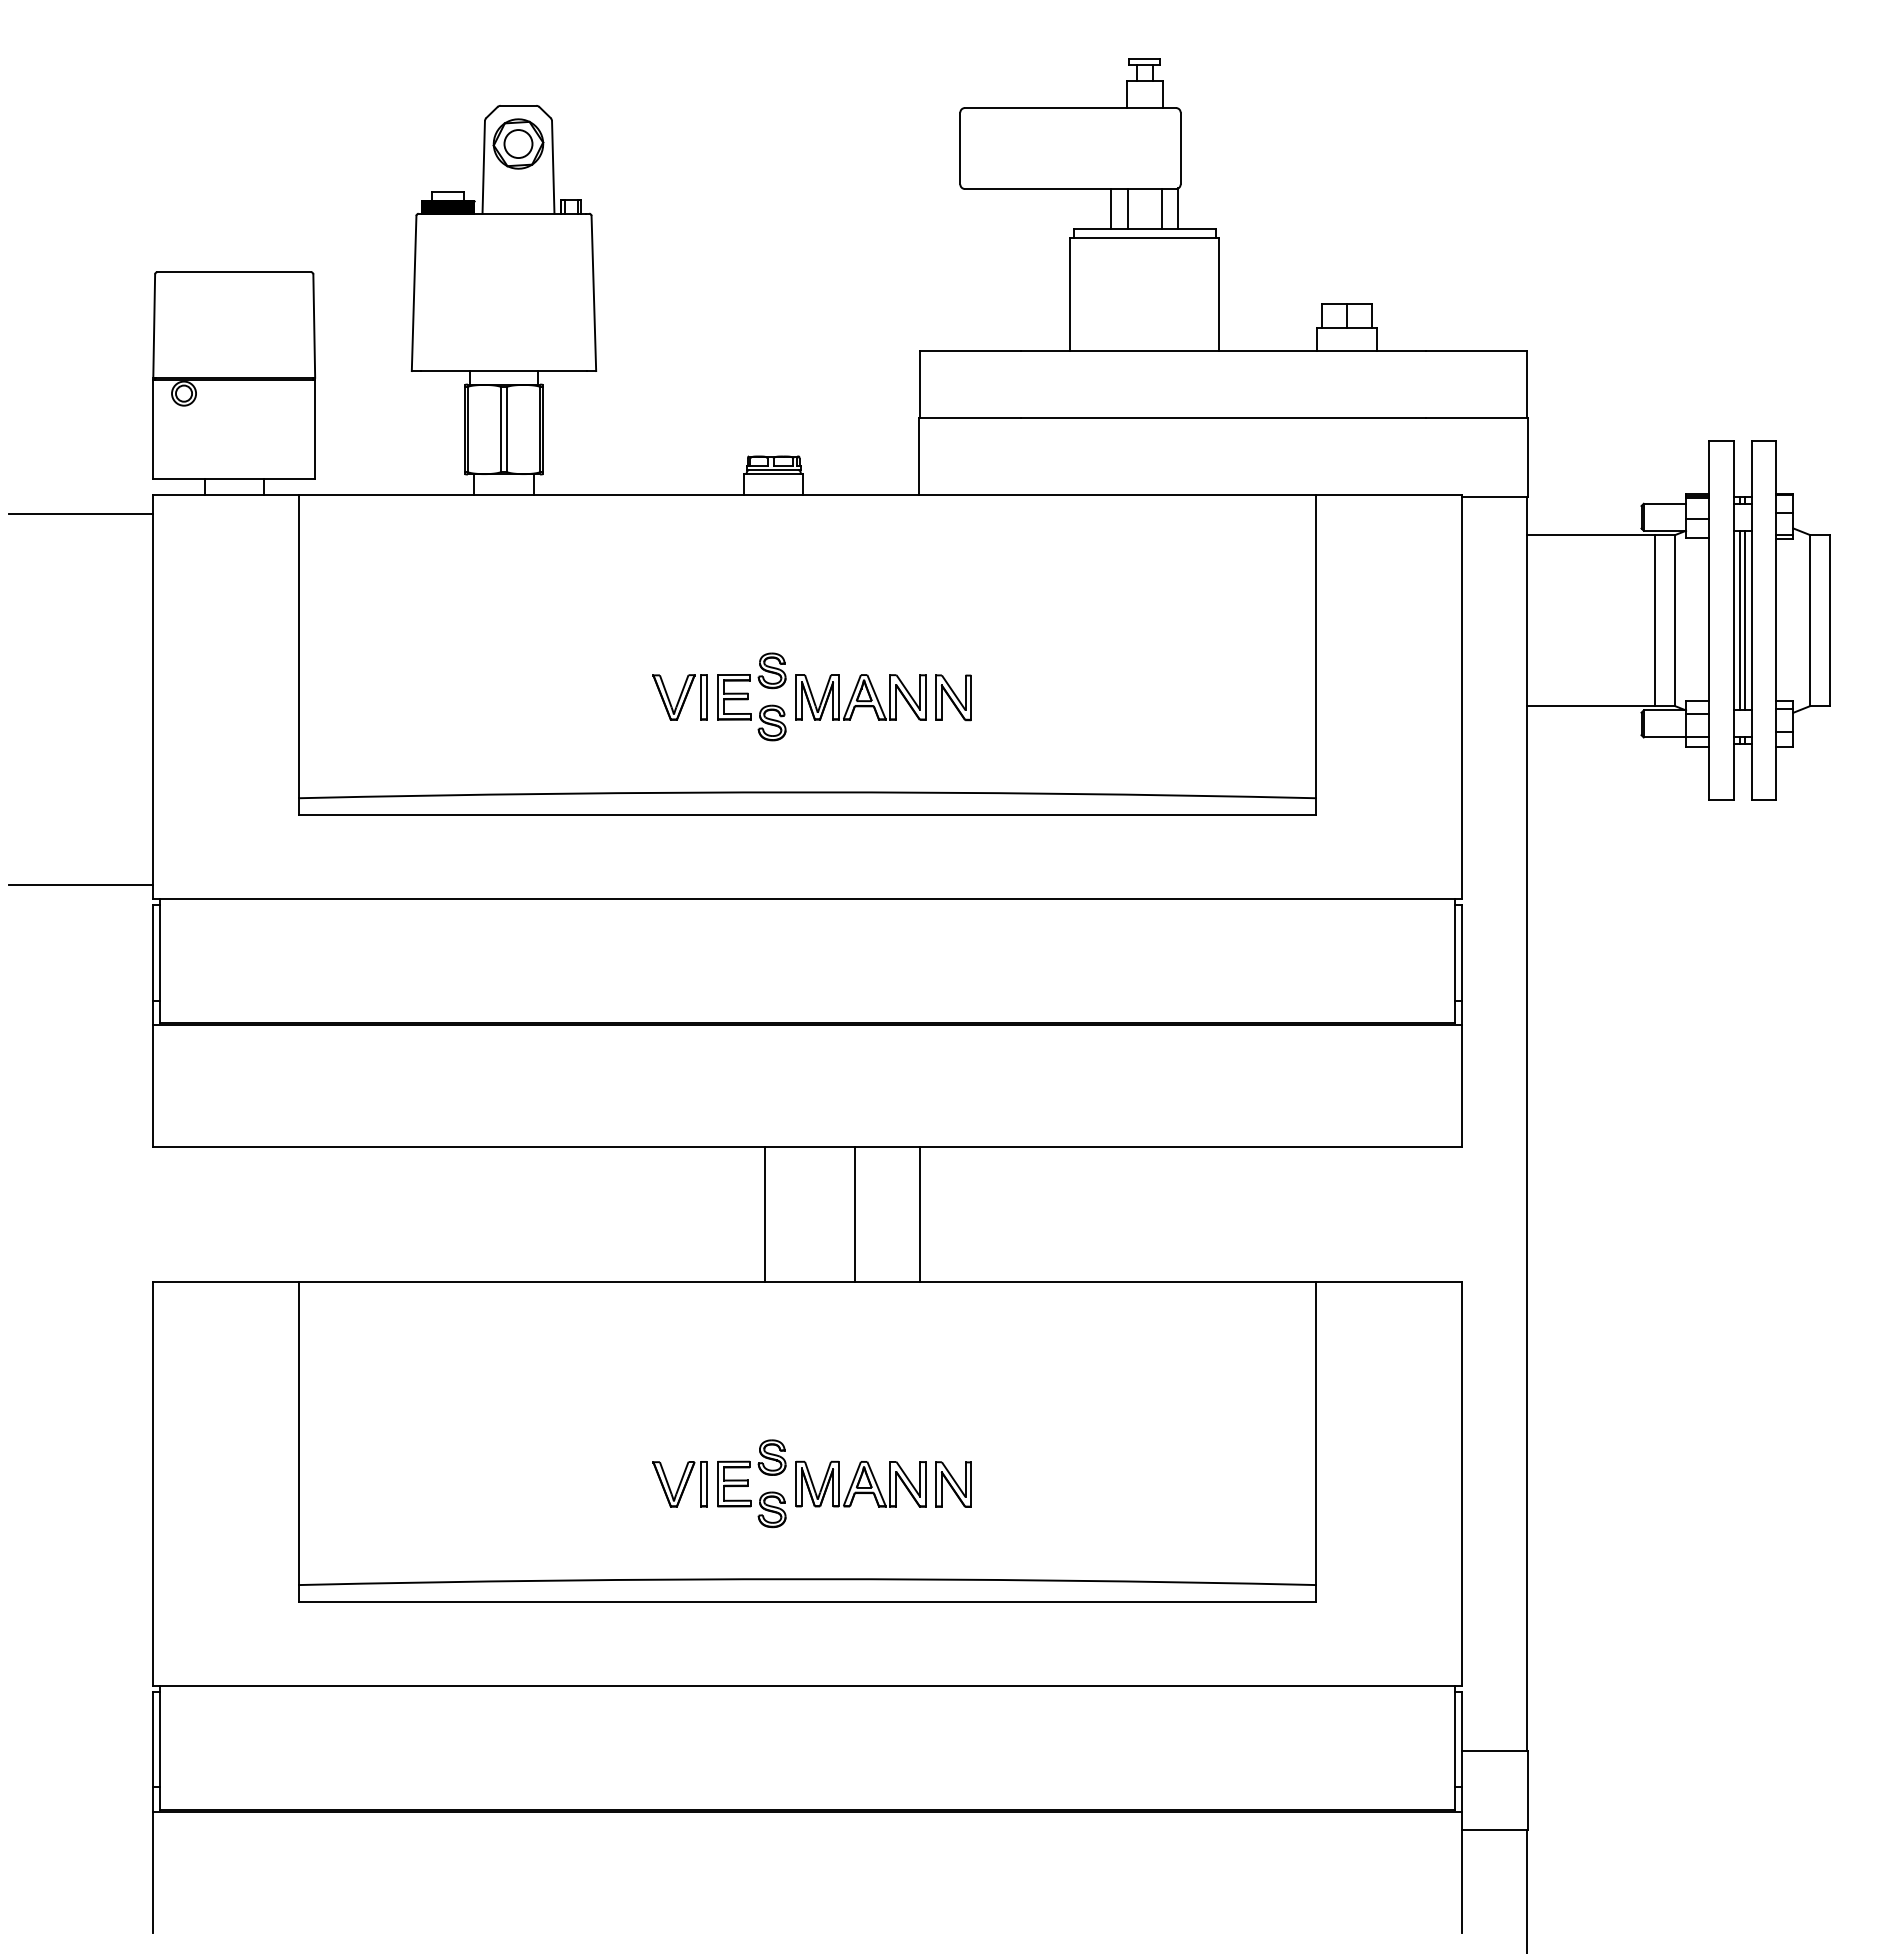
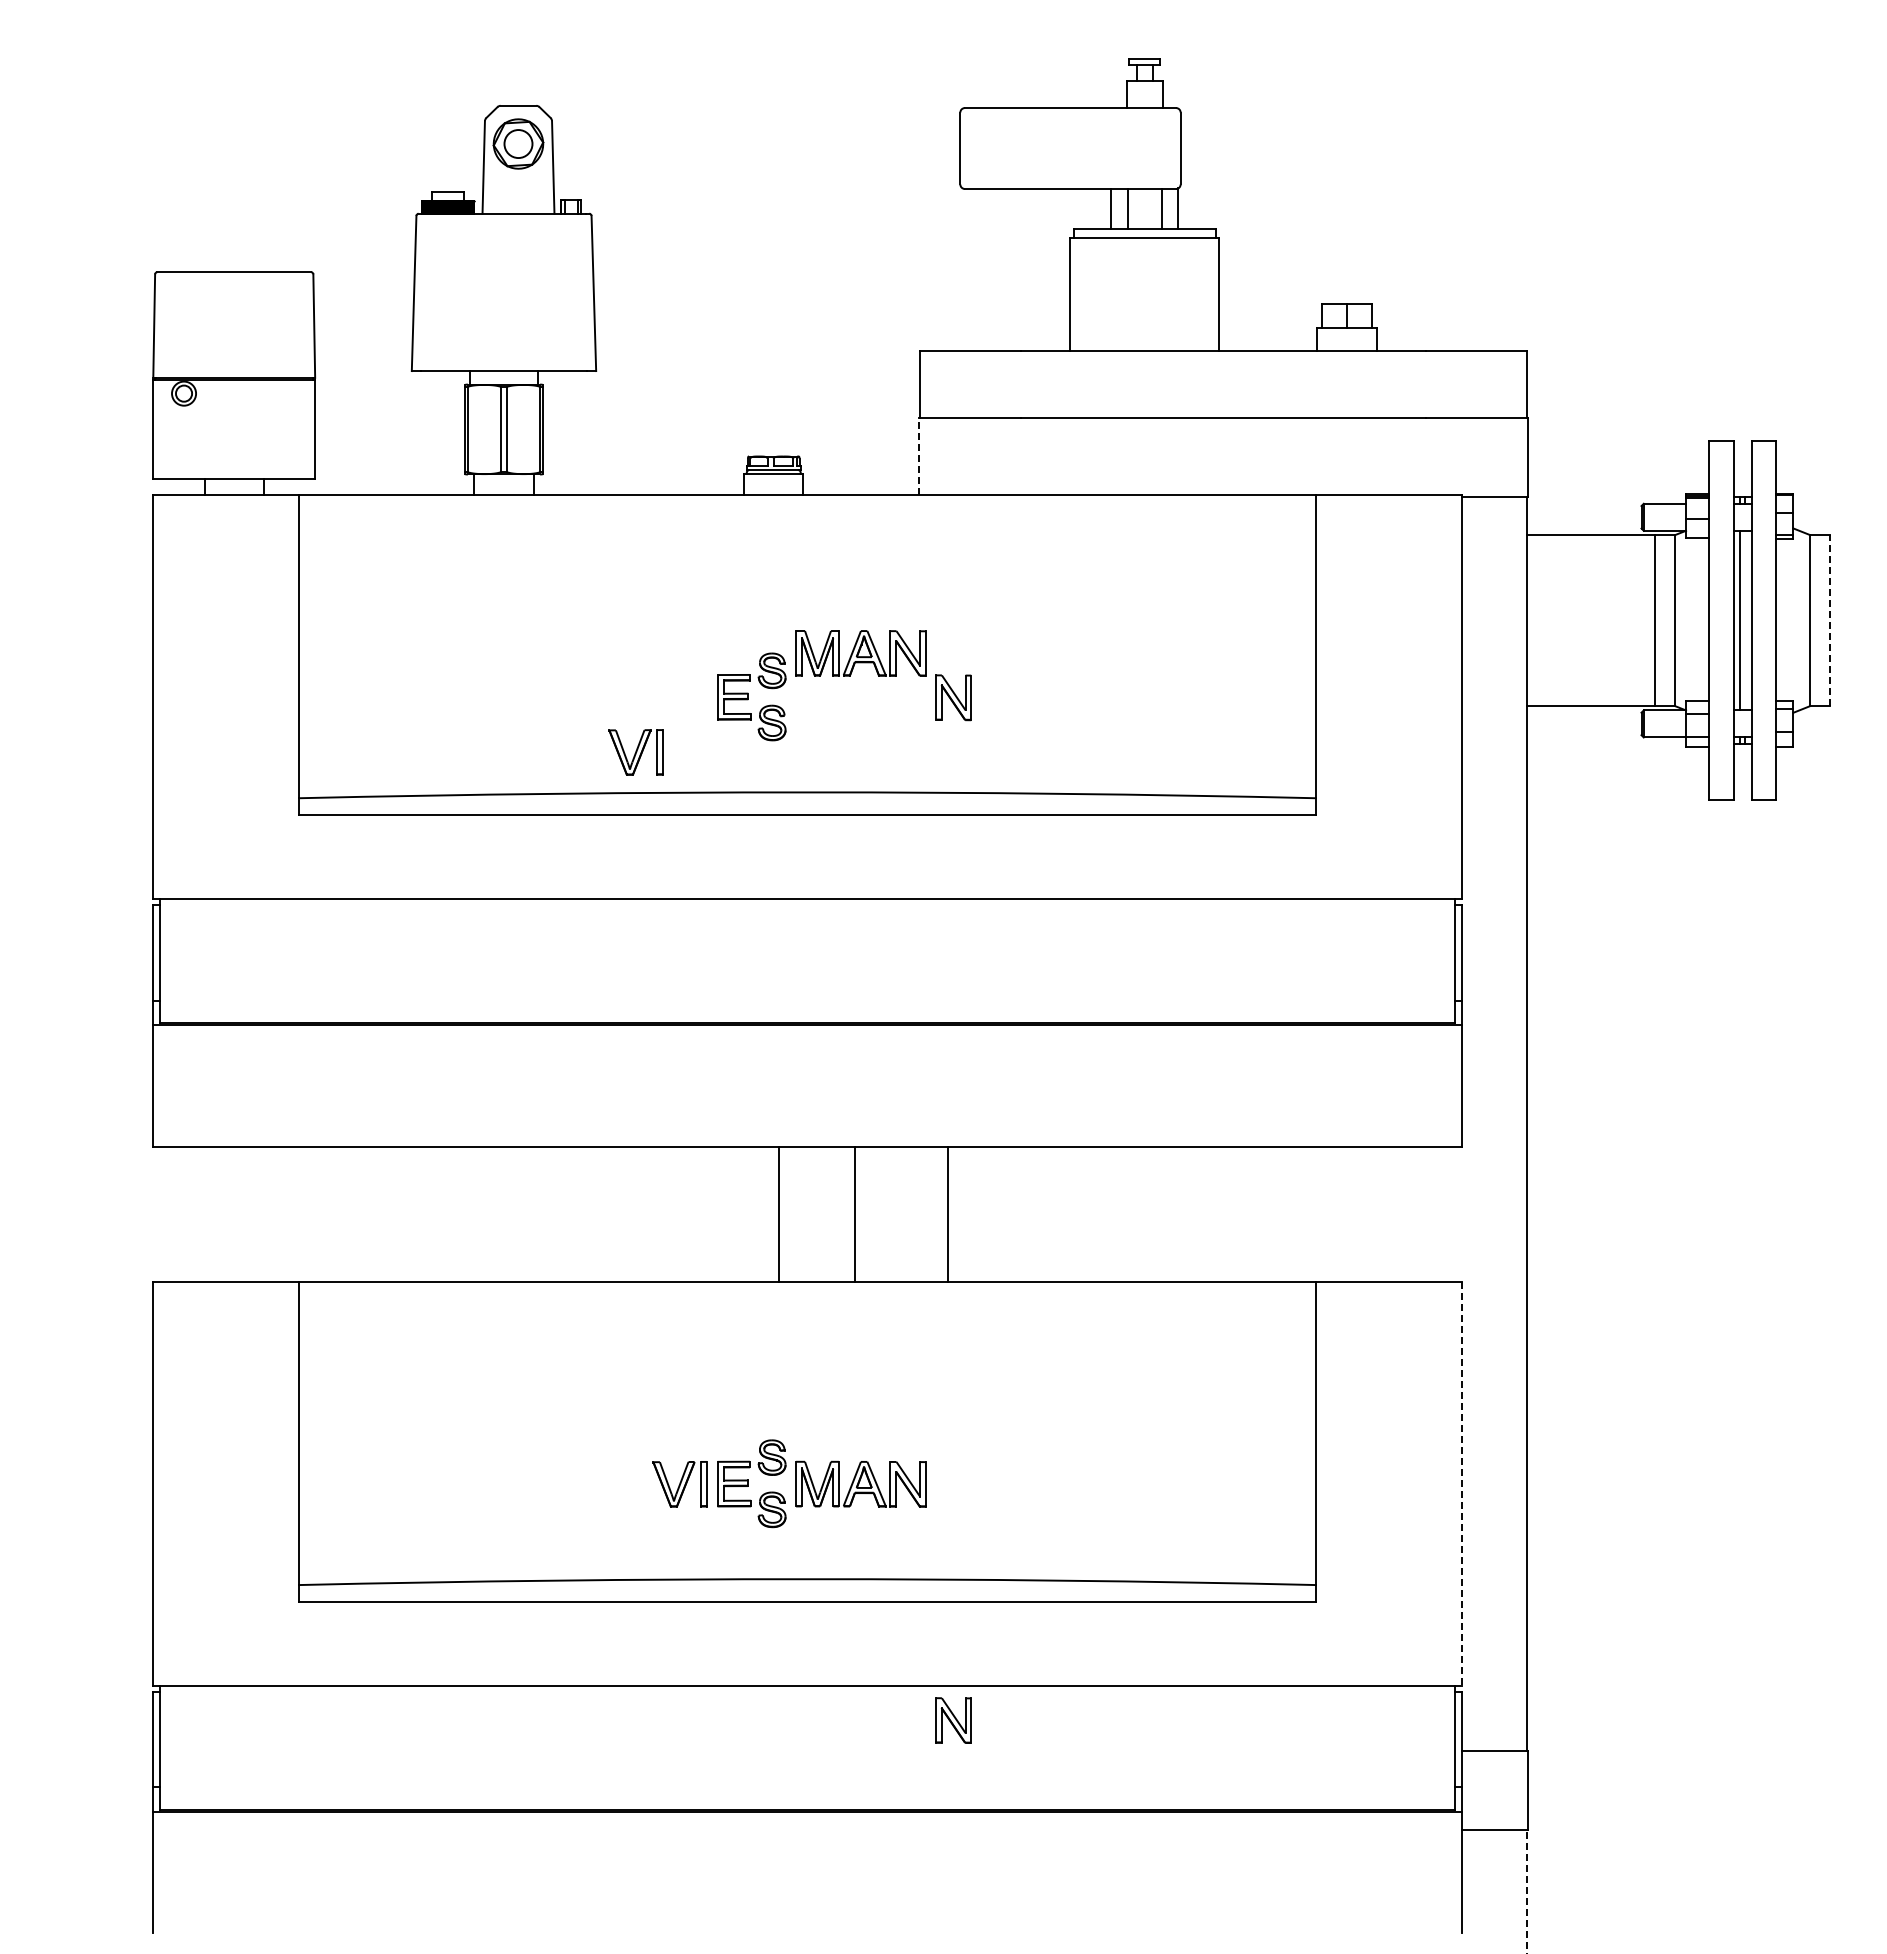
line at (918, 456): solid -> dashed
line at (81, 513): present -> none
line at (1744, 620): present -> none
line at (1830, 620): solid -> dashed
part at (679, 697) position: (679, 697) -> (635, 752)
part at (860, 697) position: (860, 697) -> (860, 653)
line at (81, 884): present -> none
line at (764, 1213) position: (764, 1213) -> (778, 1213)
line at (919, 1213) position: (919, 1213) -> (947, 1213)
part at (953, 1484) position: (953, 1484) -> (953, 1720)
line at (1461, 1484): solid -> dashed
line at (1526, 1892): solid -> dashed
